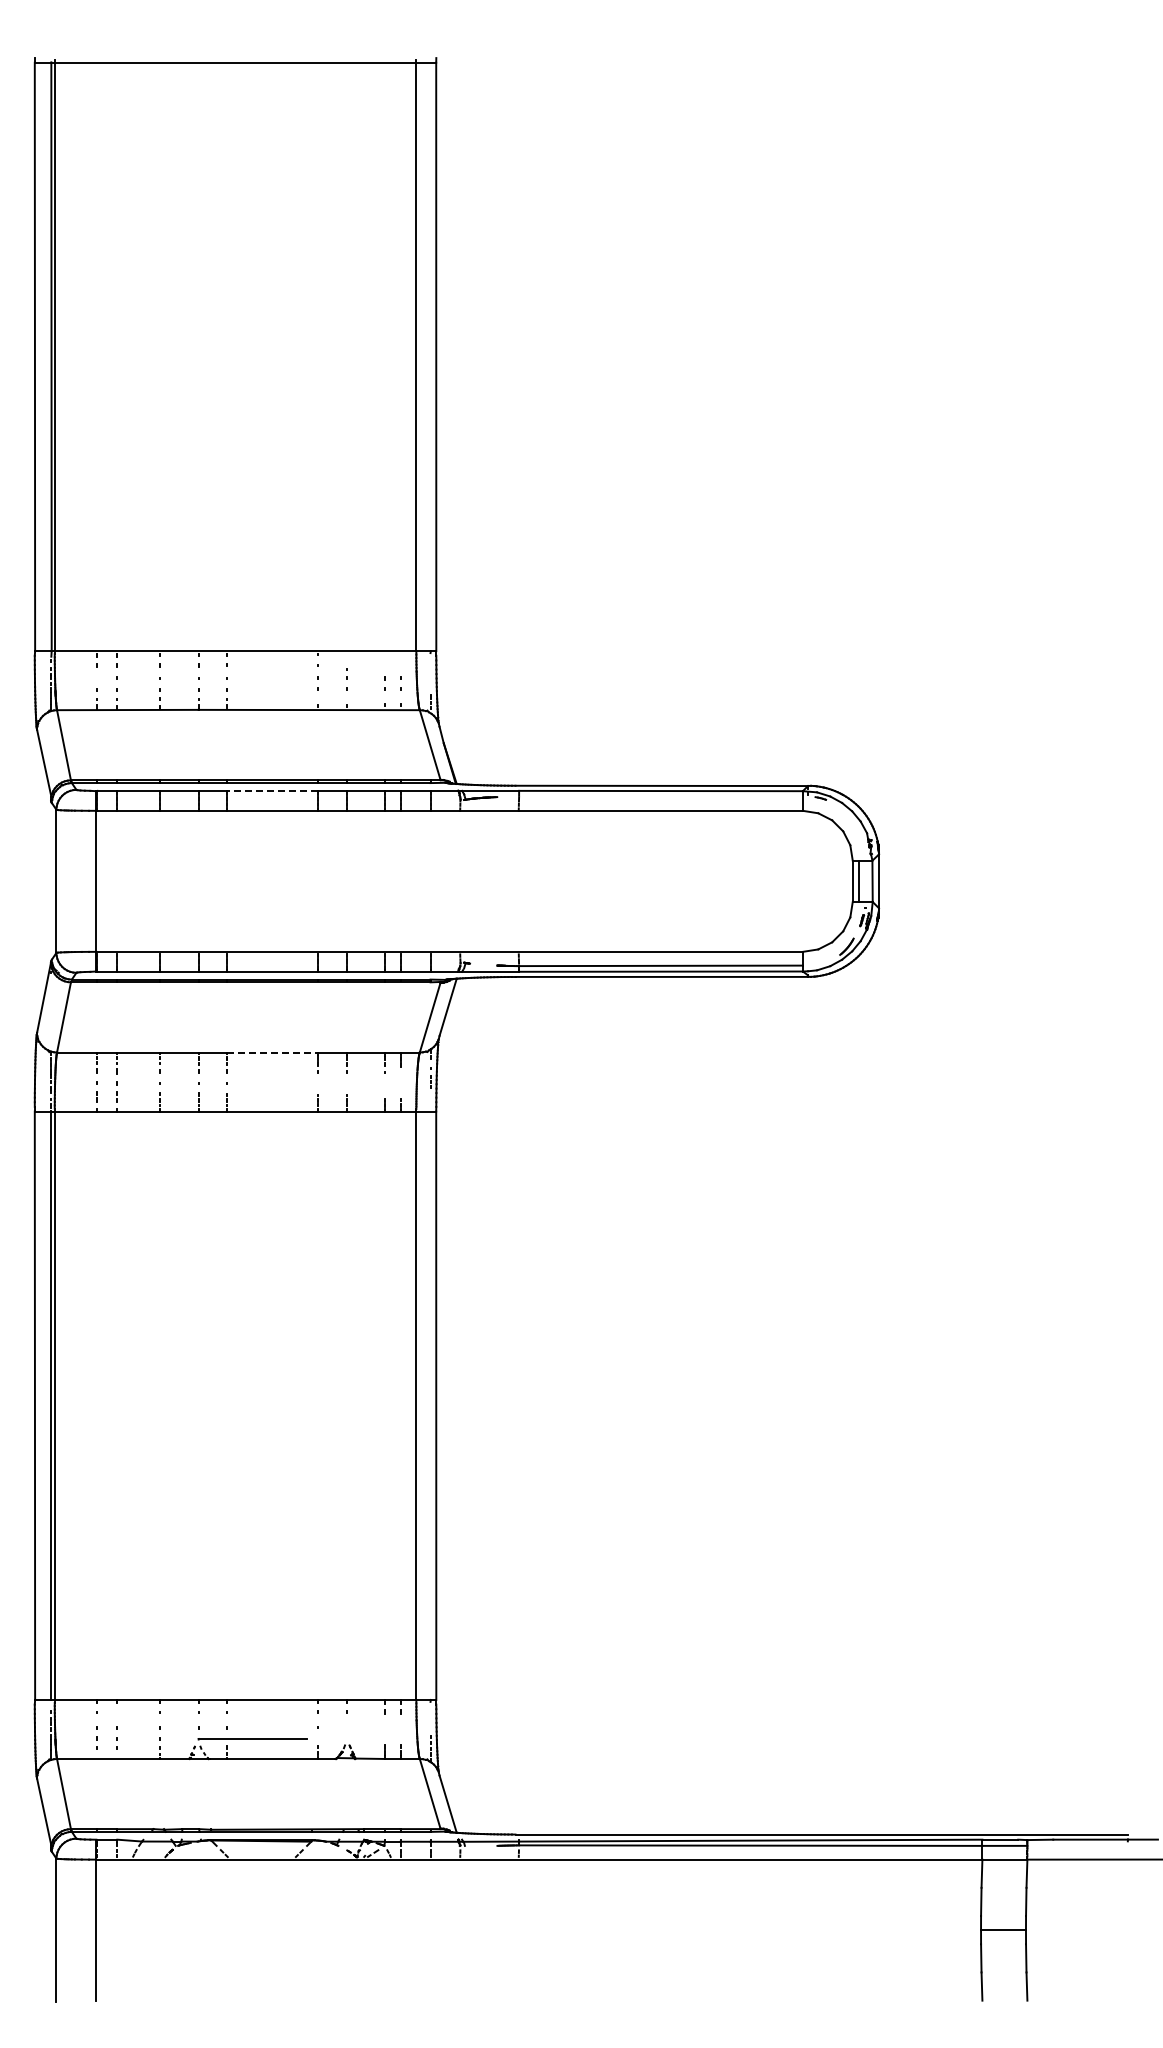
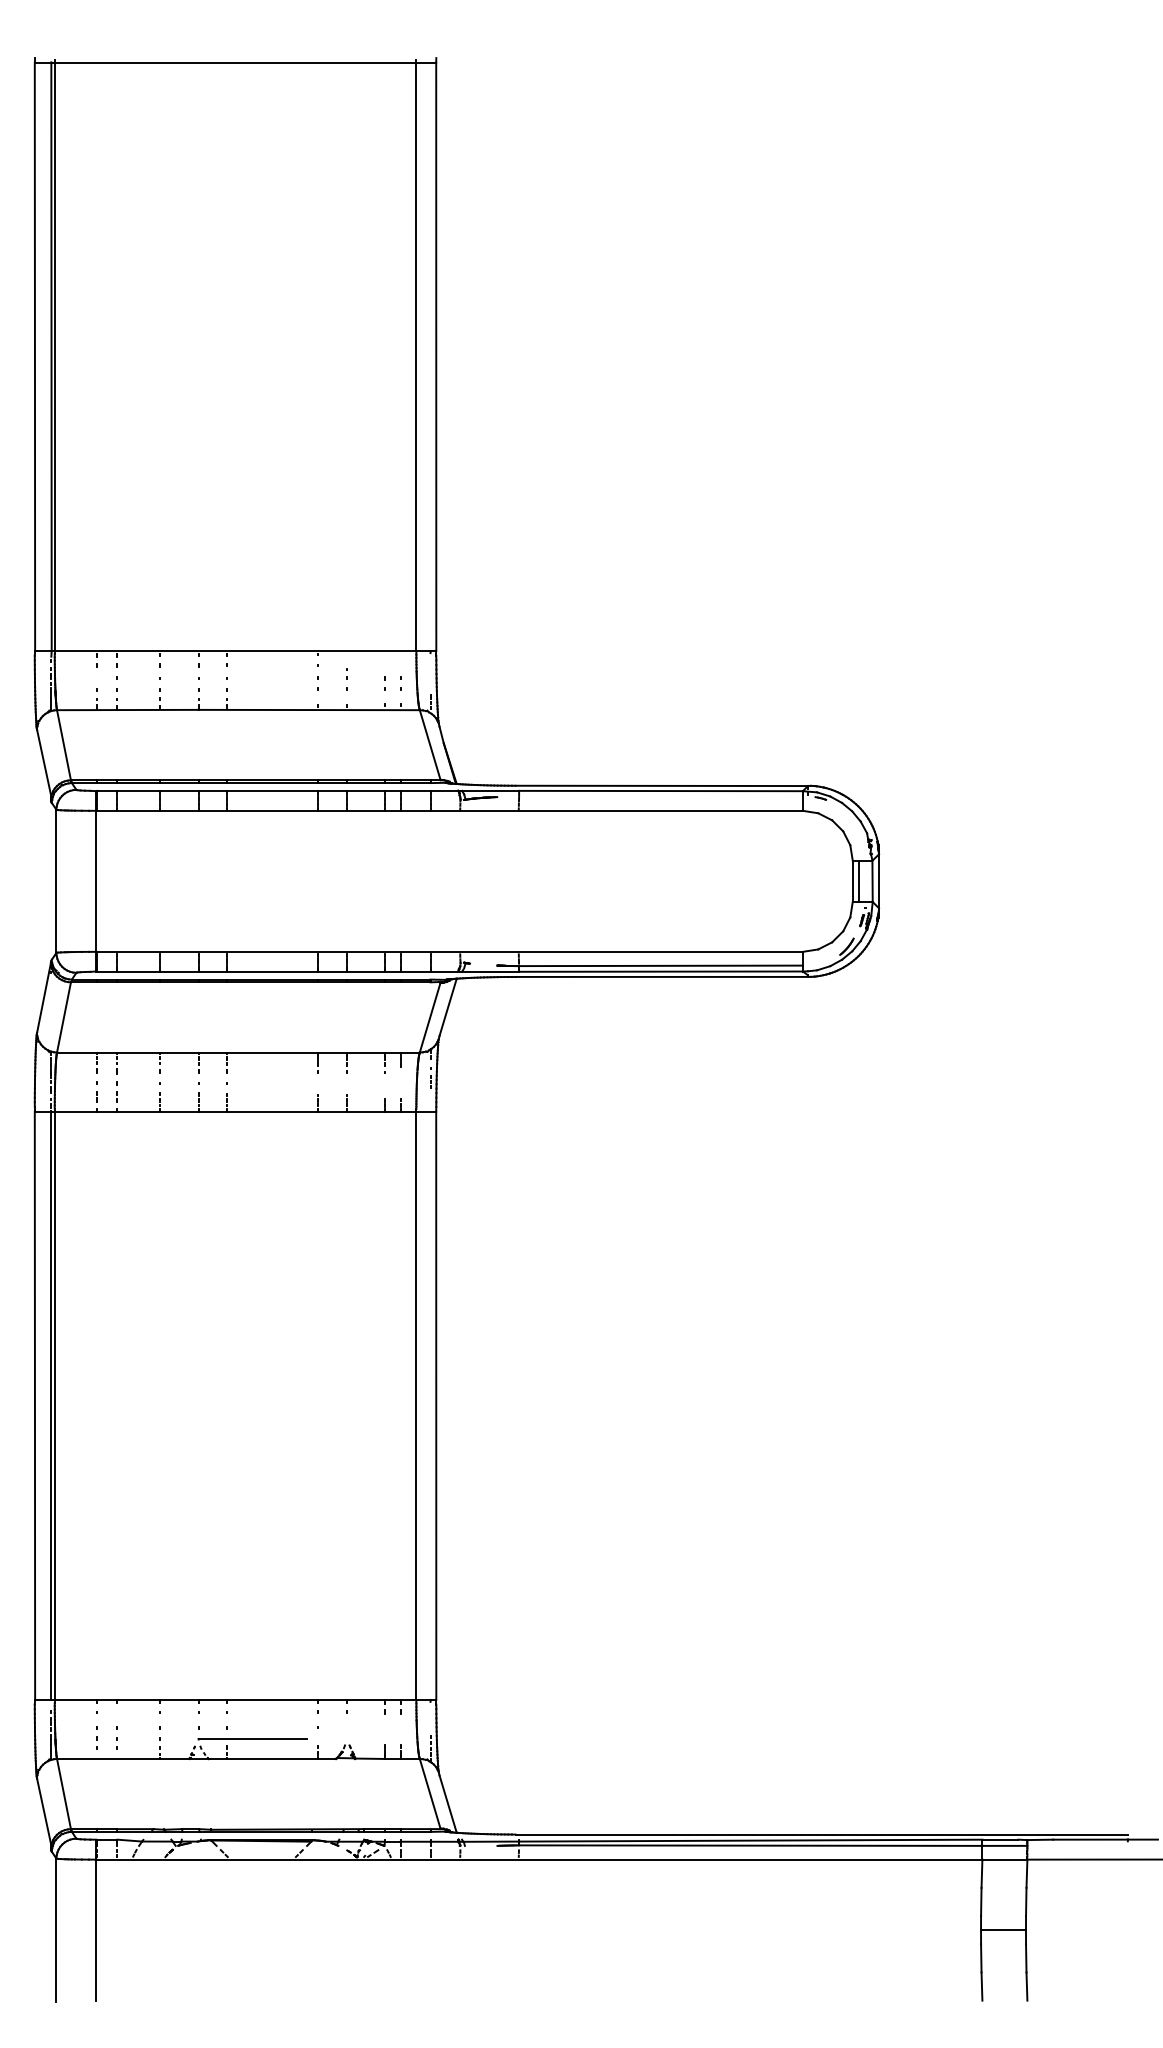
line at (272, 790): dashed -> solid
line at (273, 1052): dashed -> solid
